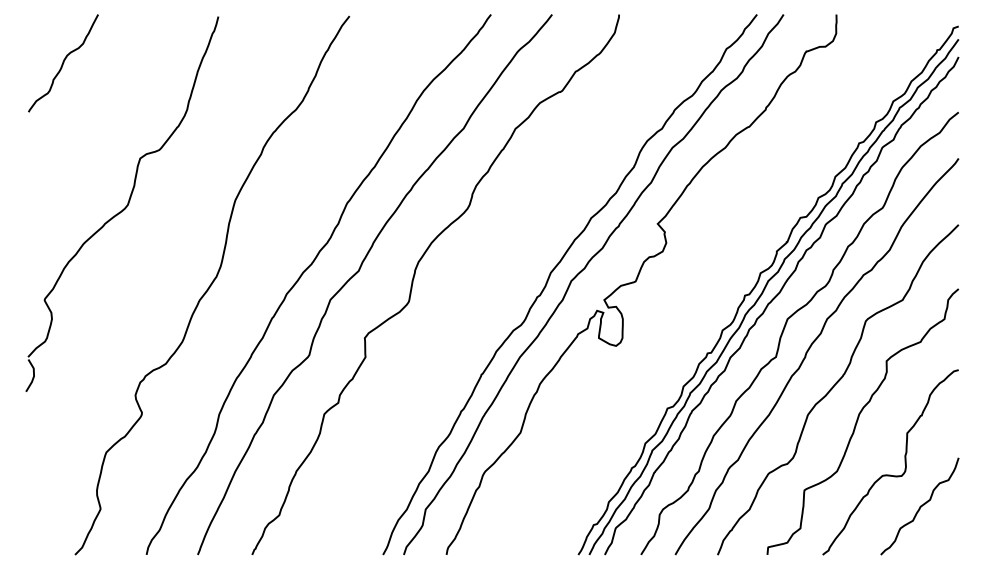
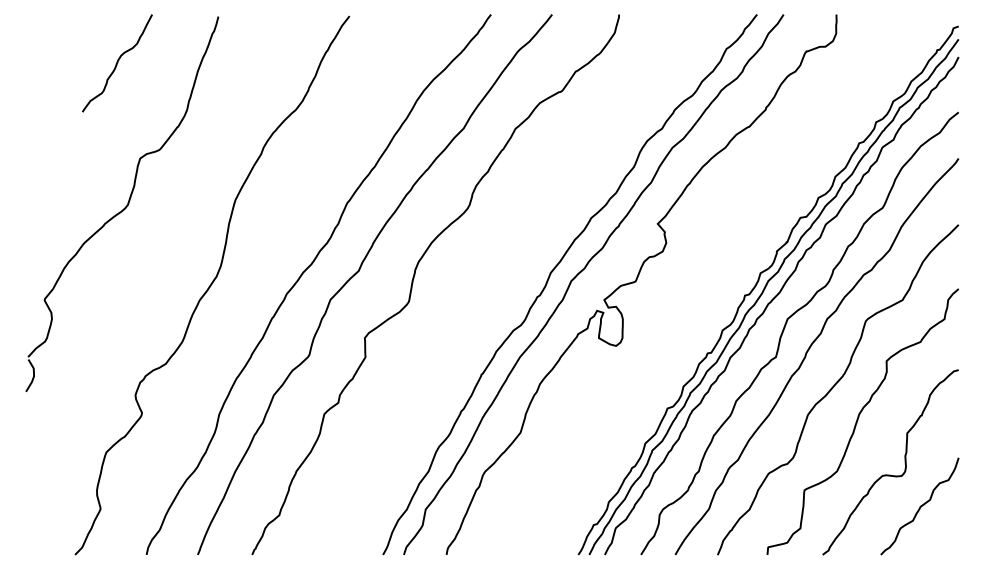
curve at (63, 63) position: (63, 63) -> (117, 63)
